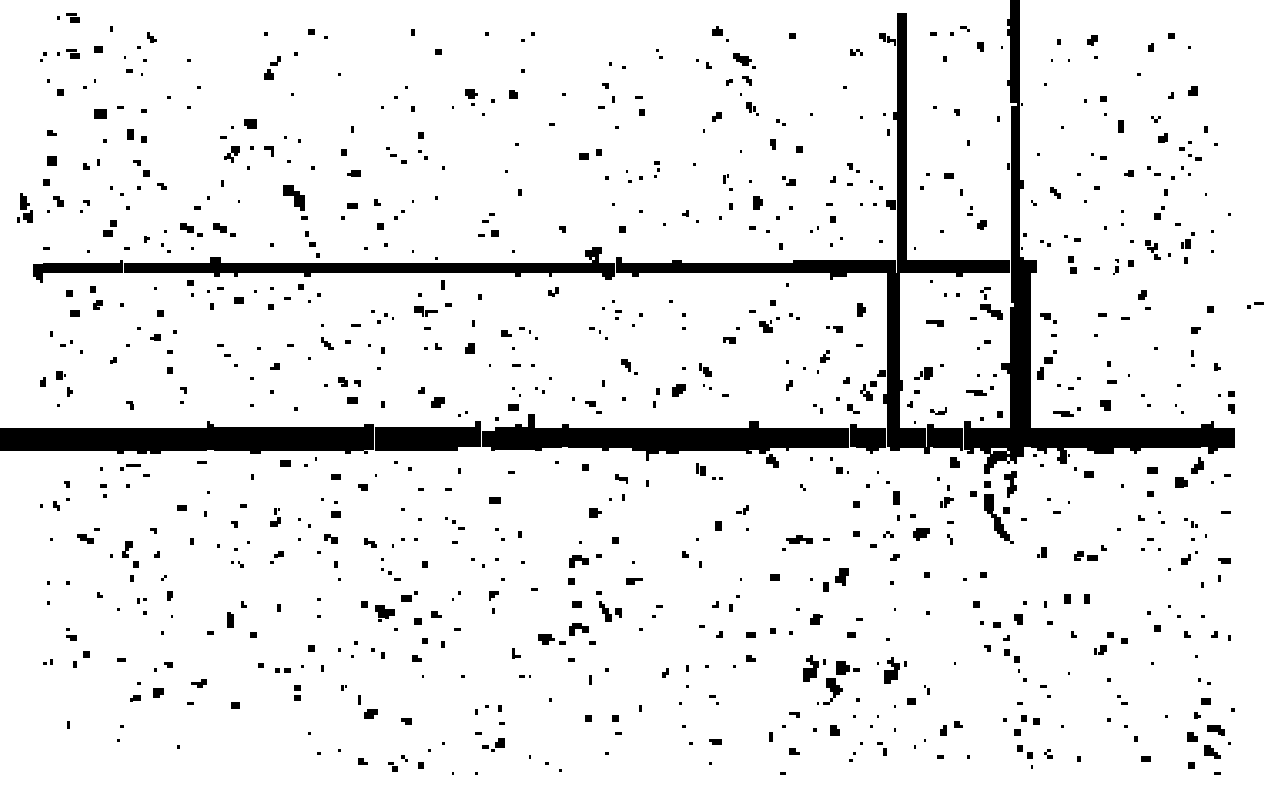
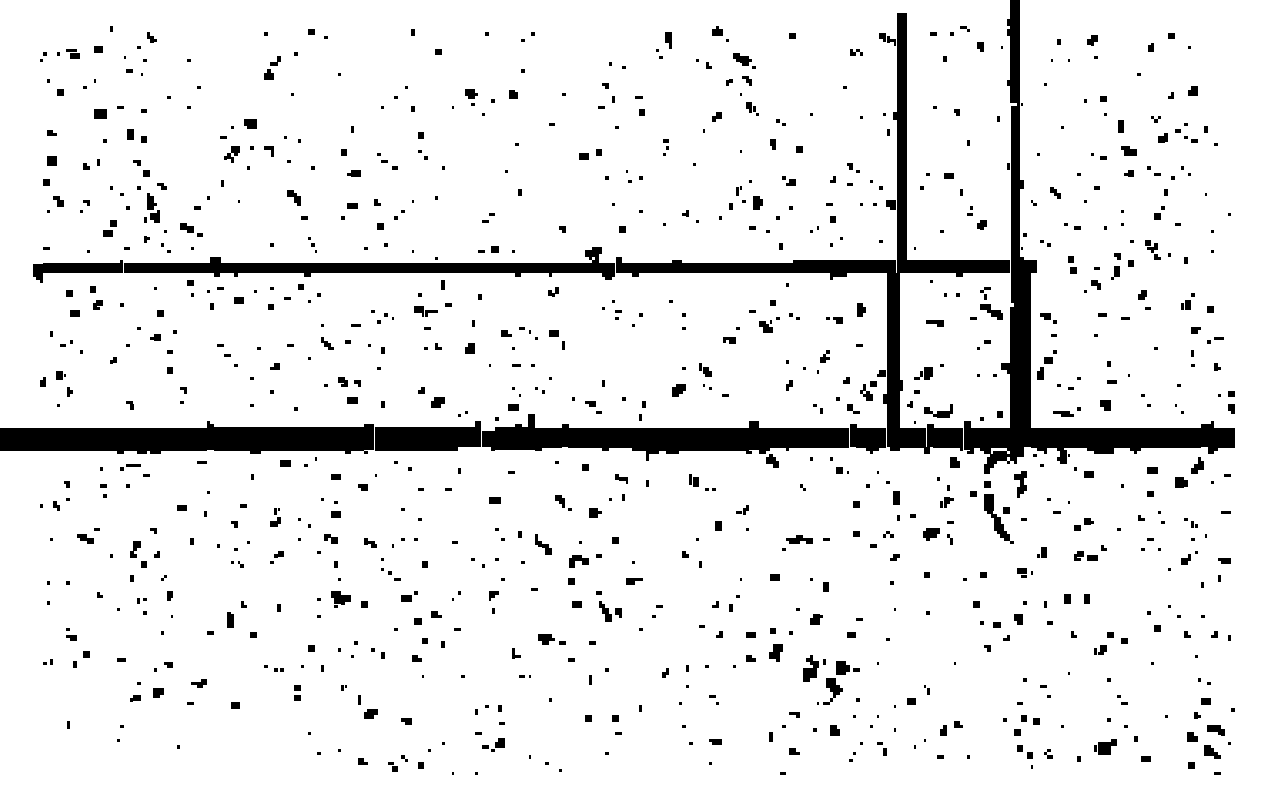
part at (68, 17): present -> none
part at (668, 40): none -> present
part at (1128, 150): none -> present
part at (1190, 150) position: (1190, 150) -> (1186, 132)
part at (396, 155) position: (396, 155) -> (387, 161)
part at (656, 169) position: (656, 169) -> (665, 147)
part at (727, 182) position: (727, 182) -> (740, 194)
part at (293, 197) size: 22x26 px -> 14x16 px
part at (24, 207) position: (24, 207) -> (151, 207)
part at (224, 229): present -> none
part at (488, 233) position: (488, 233) -> (488, 249)
part at (1072, 238) position: (1072, 238) -> (1072, 226)
part at (1187, 240) position: (1187, 240) -> (1187, 301)
part at (312, 244) size: 15x27 px -> 9x16 px
part at (1115, 266) size: 6x16 px -> 10x27 px
part at (1092, 286): none -> present
part at (1255, 305) position: (1255, 305) -> (1215, 340)
part at (834, 329) position: (834, 329) -> (834, 320)
part at (598, 333): present -> none
part at (556, 339): none -> present
part at (629, 366) position: (629, 366) -> (563, 502)
part at (979, 390): present -> none
part at (656, 397) position: (656, 397) -> (642, 410)
part at (938, 410) size: 17x8 px -> 29x14 px
part at (709, 471) position: (709, 471) -> (702, 482)
part at (1010, 484) position: (1010, 484) -> (1020, 484)
part at (454, 523): present -> none
part at (1083, 524): none -> present
part at (921, 534) position: (921, 534) -> (931, 534)
part at (543, 544): none -> present
part at (130, 554) position: (130, 554) -> (138, 554)
part at (1024, 572): none -> present
part at (841, 576) position: (841, 576) -> (775, 652)
part at (384, 613) position: (384, 613) -> (340, 599)
part at (578, 629): present -> none
part at (1011, 660): present -> none
part at (274, 667) size: 33x10 px -> 20x7 px
part at (895, 670): present -> none
part at (1105, 746): none -> present
